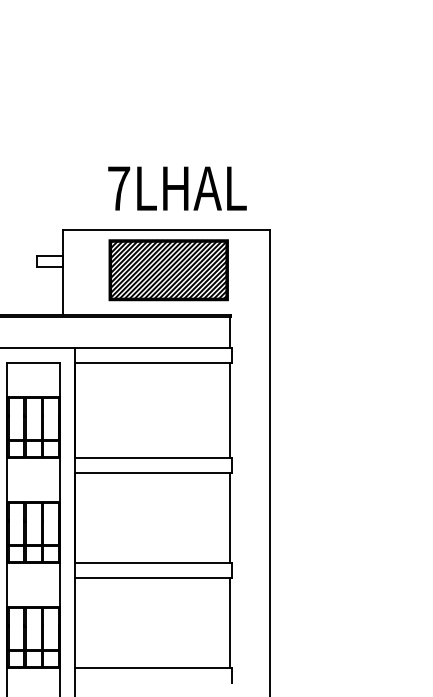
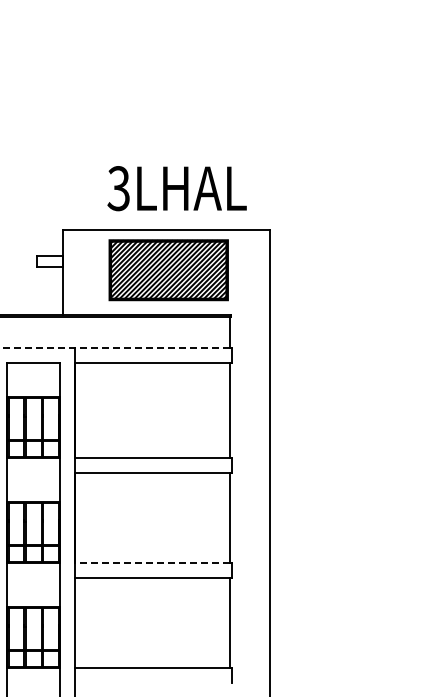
text at (118, 188): 7LHAL -> 3LHAL
line at (114, 348): solid -> dashed
line at (151, 563): solid -> dashed
